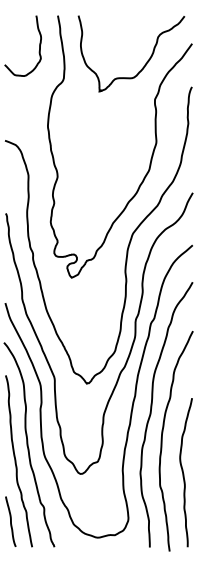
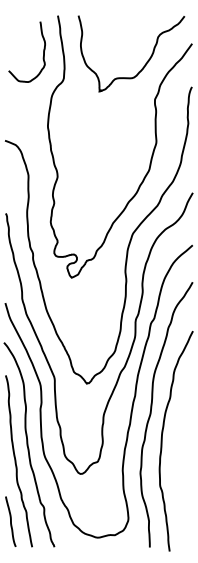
curve at (39, 45) position: (39, 45) -> (43, 51)
curve at (184, 473): present -> none
